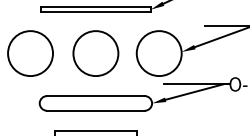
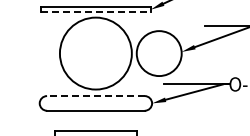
line at (95, 12): solid -> dashed
circle at (30, 53): present -> none
circle at (95, 53) diameter: 45 px -> 72 px
line at (95, 96): solid -> dashed
